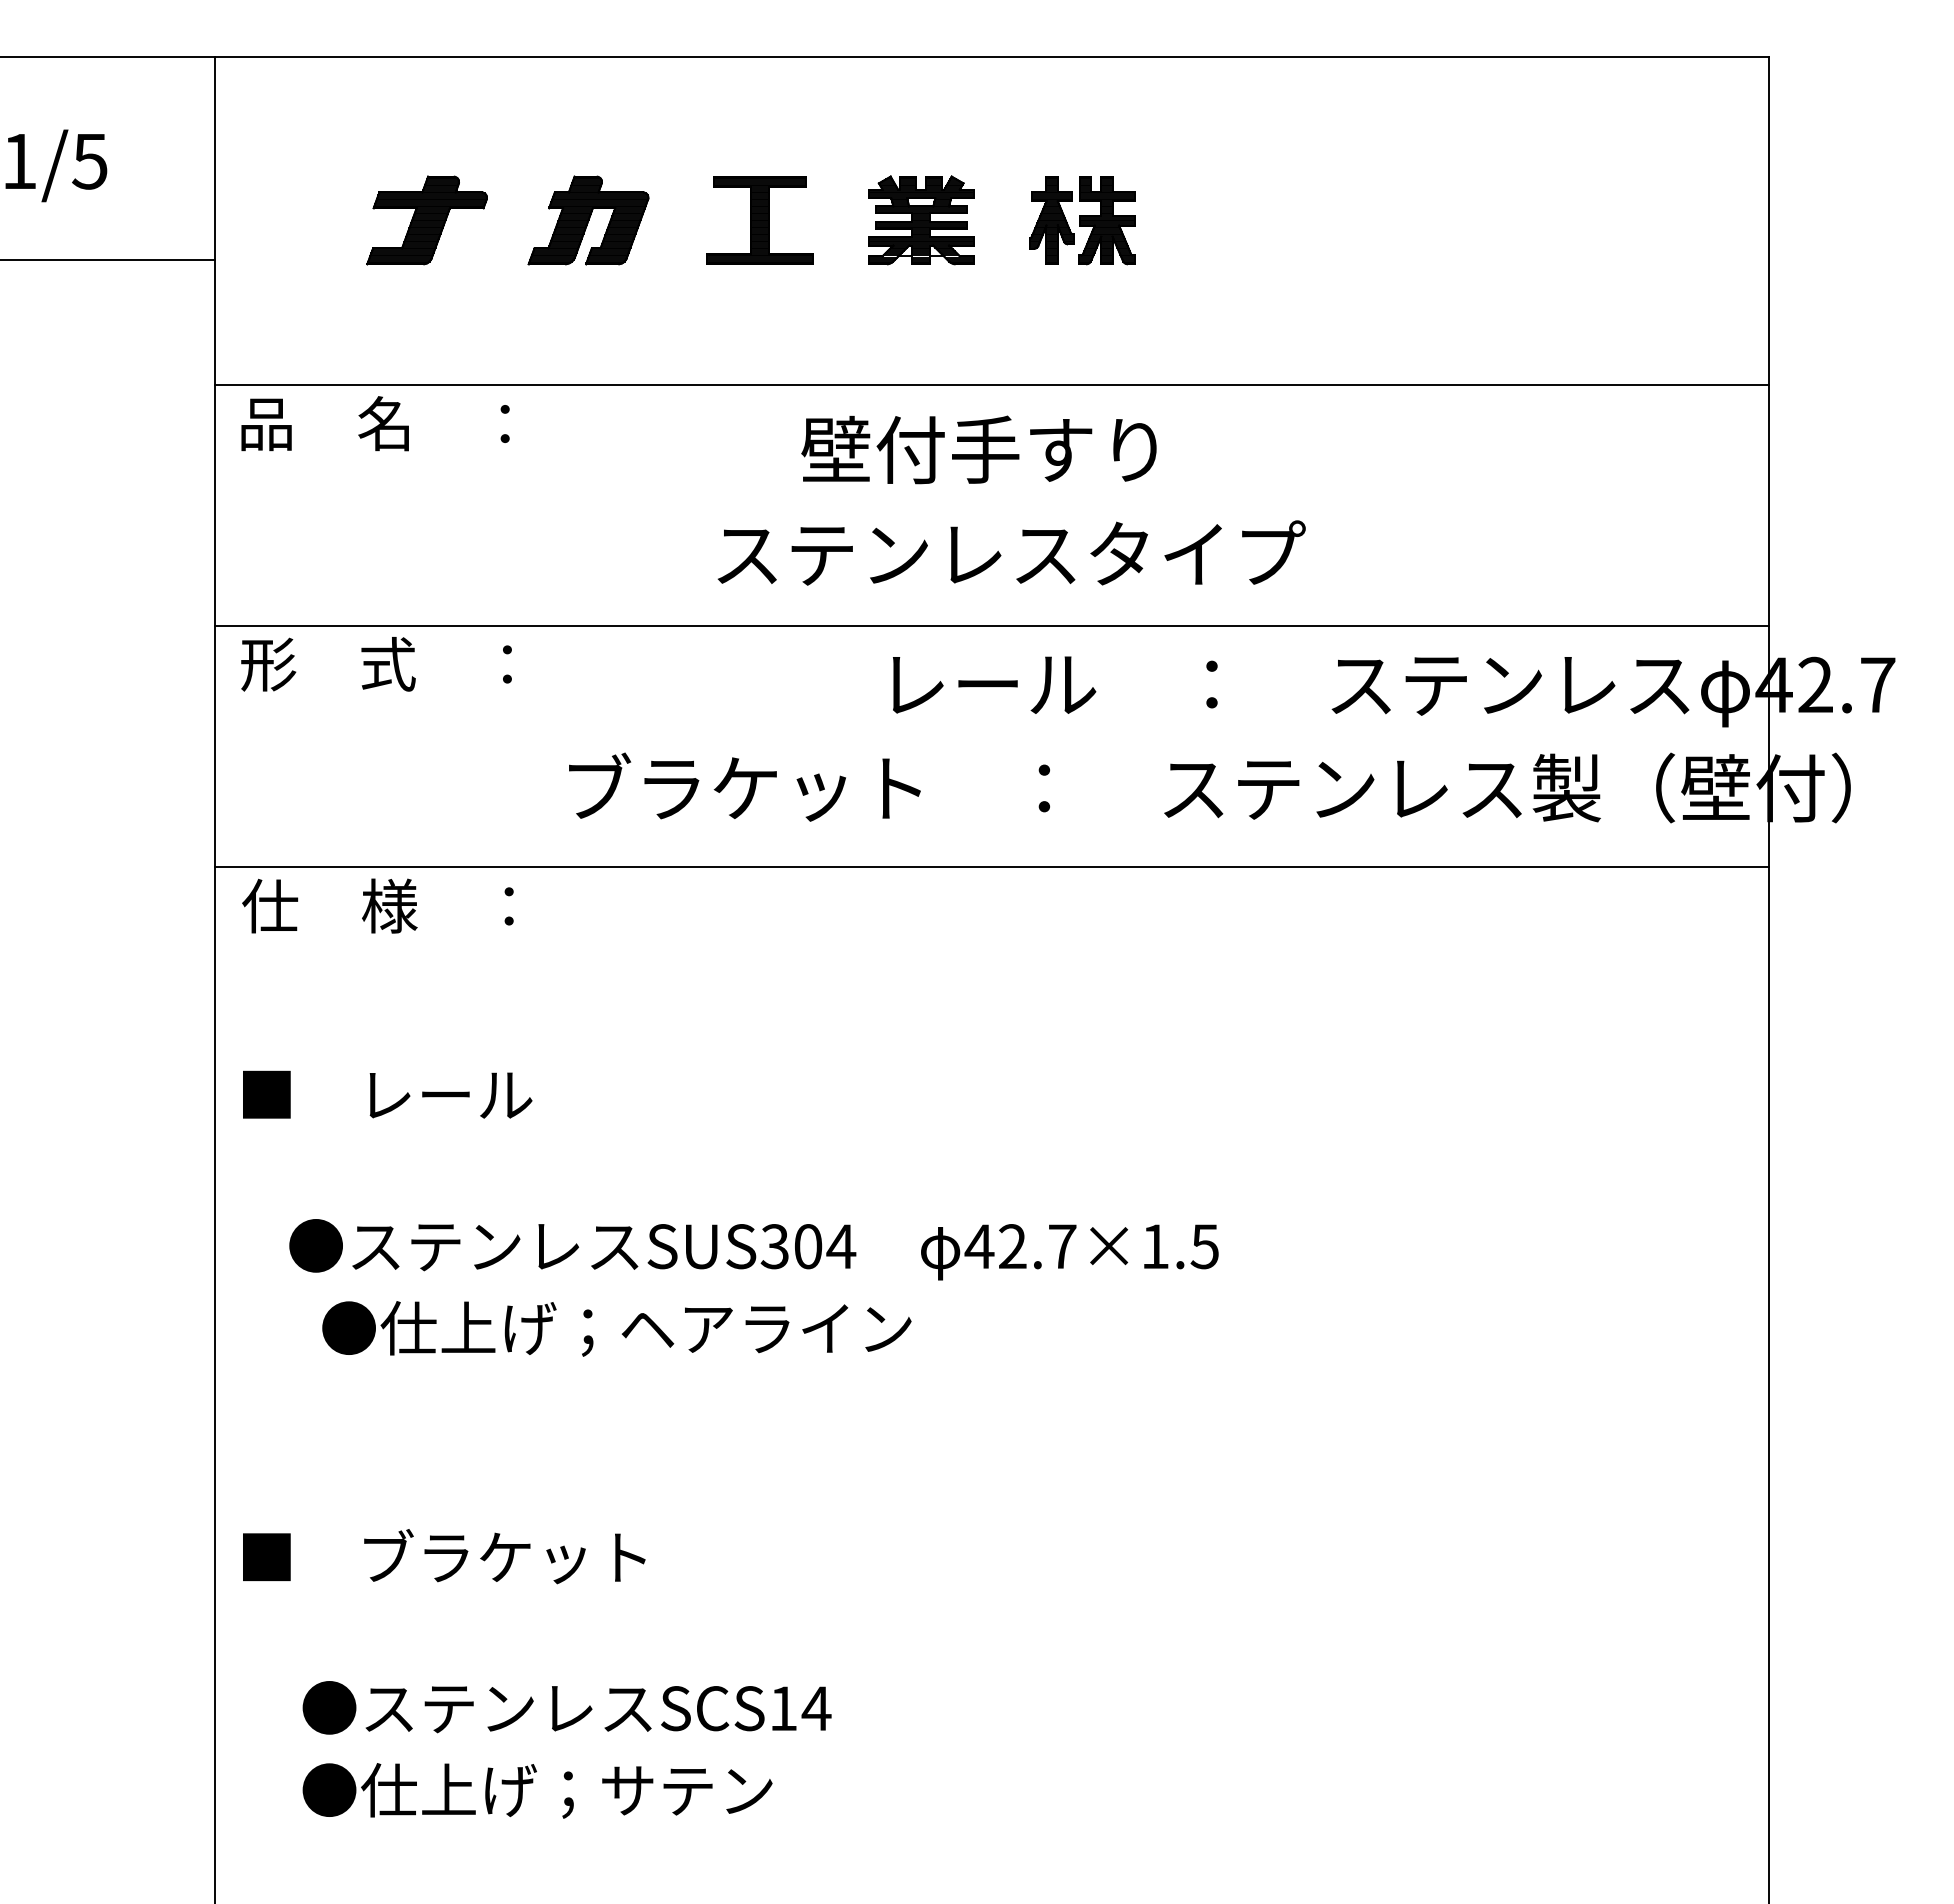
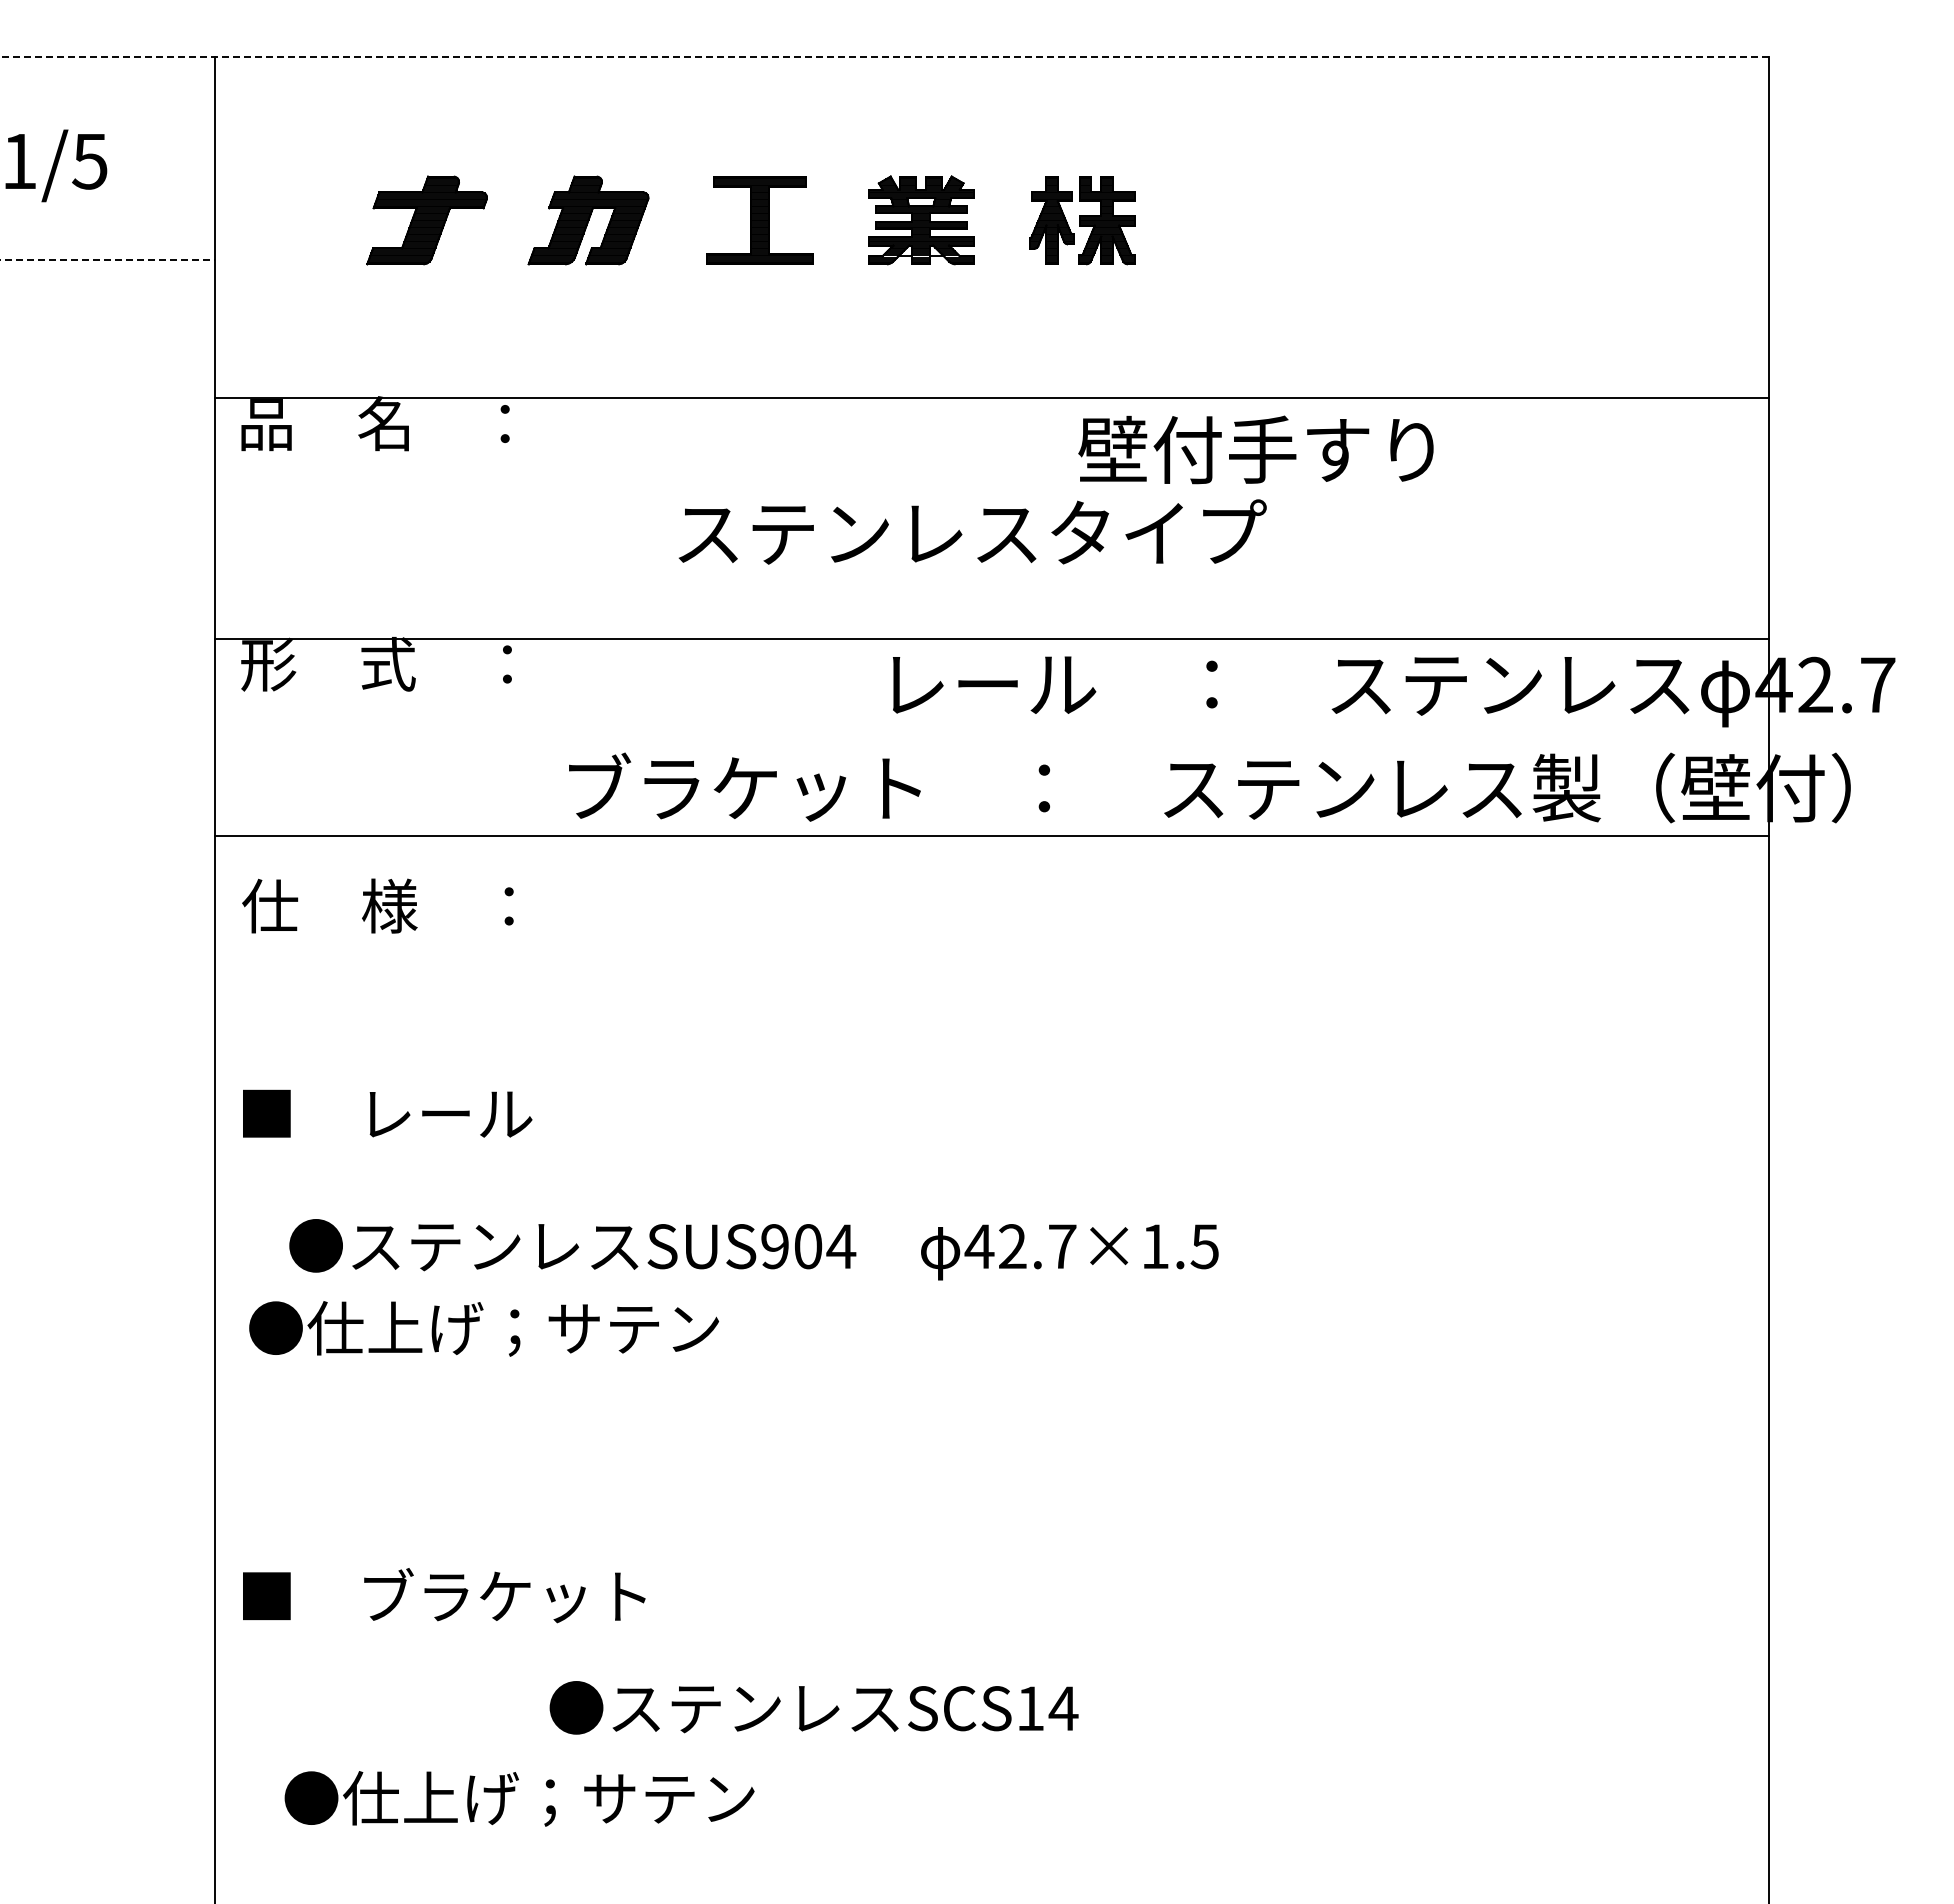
line at (884, 57): solid -> dashed
line at (108, 259): solid -> dashed
line at (991, 385) position: (991, 385) -> (991, 398)
text at (978, 449) position: (978, 449) -> (1255, 449)
text at (1011, 552) position: (1011, 552) -> (972, 531)
line at (991, 625) position: (991, 625) -> (991, 638)
line at (991, 866) position: (991, 866) -> (991, 835)
text at (387, 1094) position: (387, 1094) -> (387, 1113)
text at (774, 1246): SUS304 -> SUS904
text at (580, 1328): ●仕上げ；ヘアライン -> ●仕上げ；サテン
text at (444, 1556) position: (444, 1556) -> (444, 1595)
text at (566, 1707) position: (566, 1707) -> (813, 1707)
text at (537, 1790) position: (537, 1790) -> (519, 1798)
